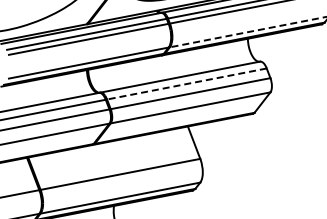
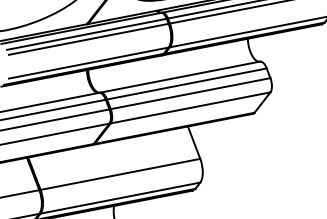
line at (248, 32): dashed -> solid
line at (186, 84): dashed -> solid
